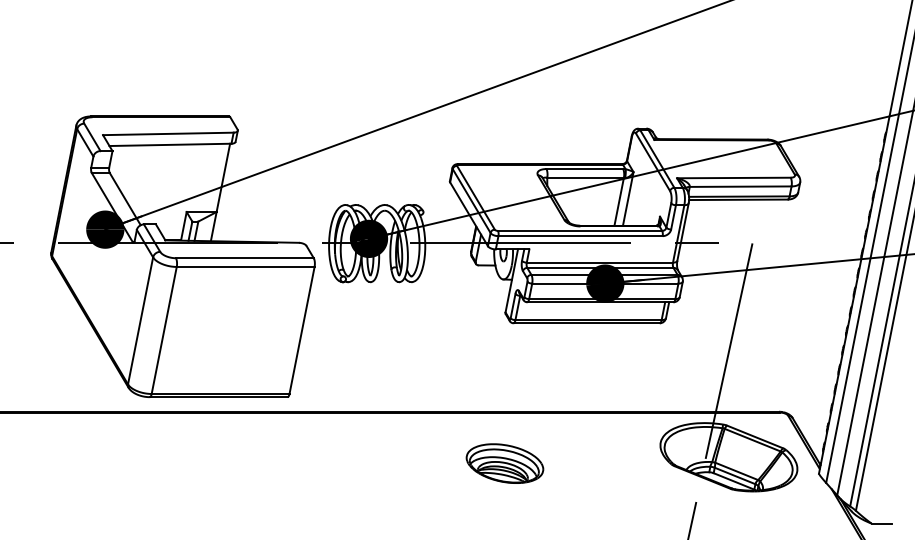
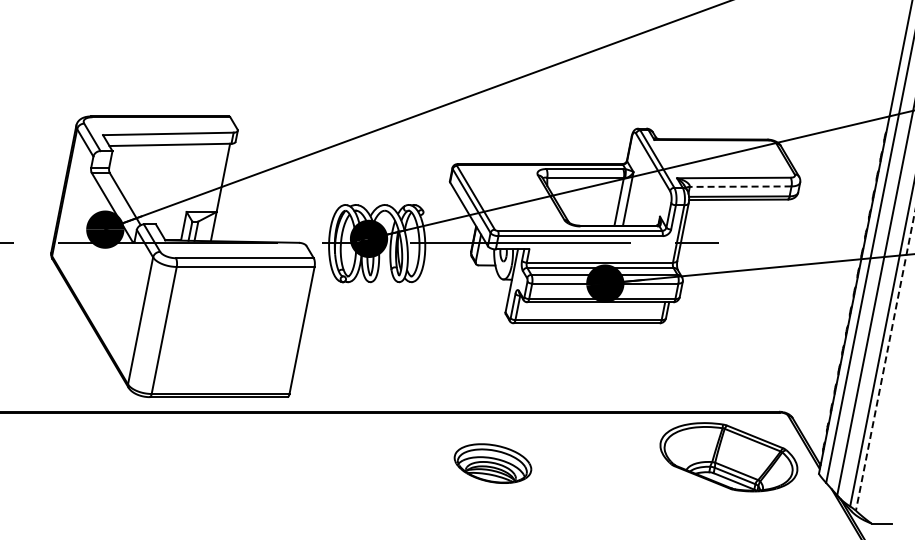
line at (740, 186): solid -> dashed
line at (885, 361): solid -> dashed
line at (720, 389): present -> none
part at (504, 463) position: (504, 463) -> (492, 463)
